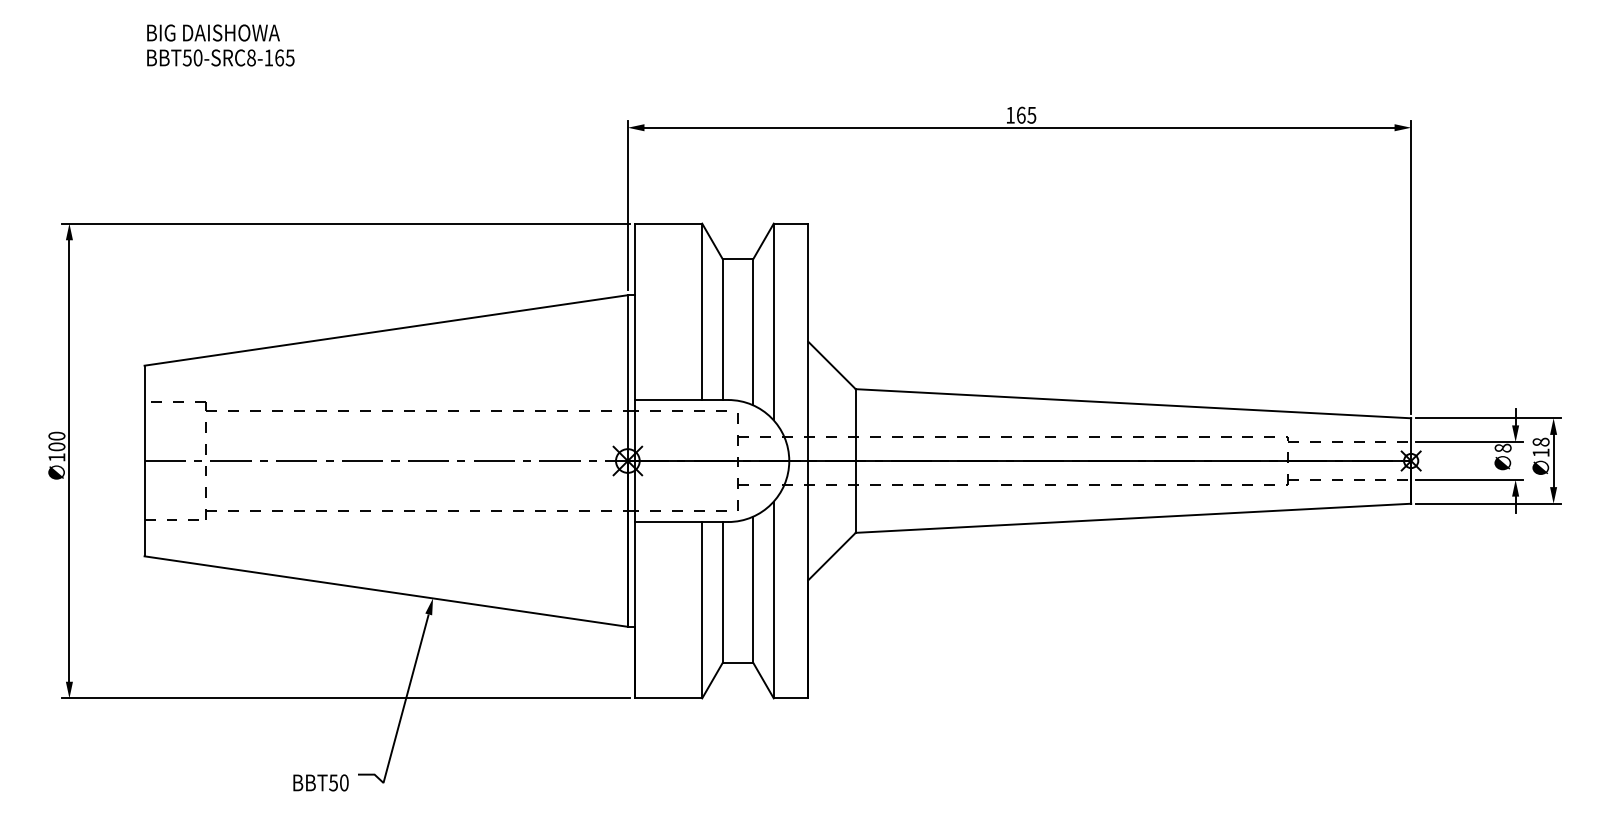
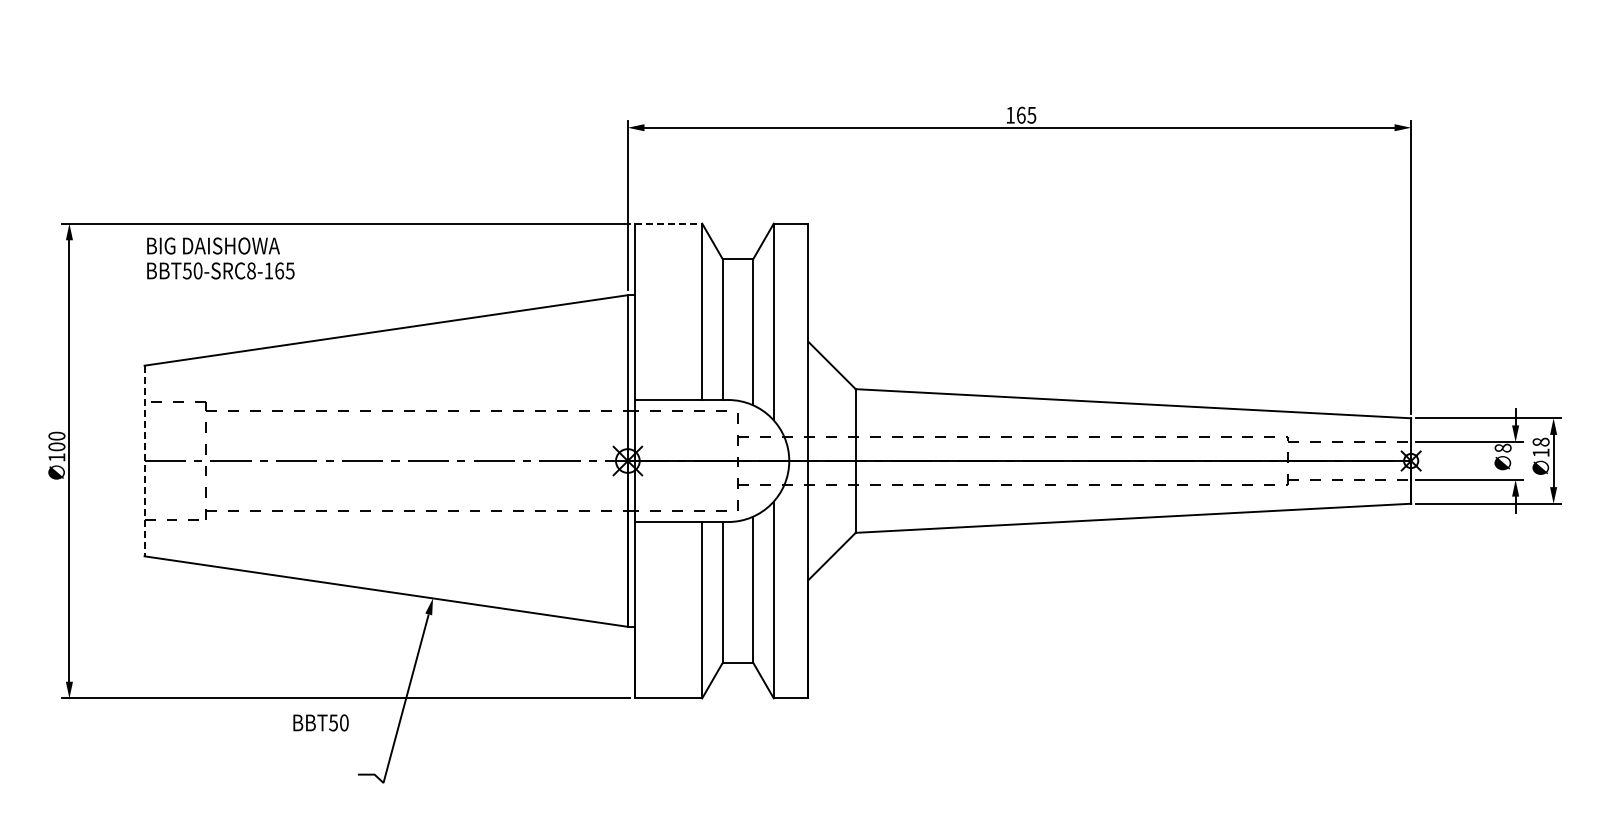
text at (220, 45) position: (220, 45) -> (220, 258)
line at (668, 223): solid -> dashed
line at (144, 461): solid -> dashed
text at (320, 782) position: (320, 782) -> (320, 722)
